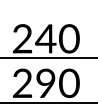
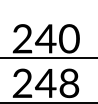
text at (57, 82): 290 -> 248
